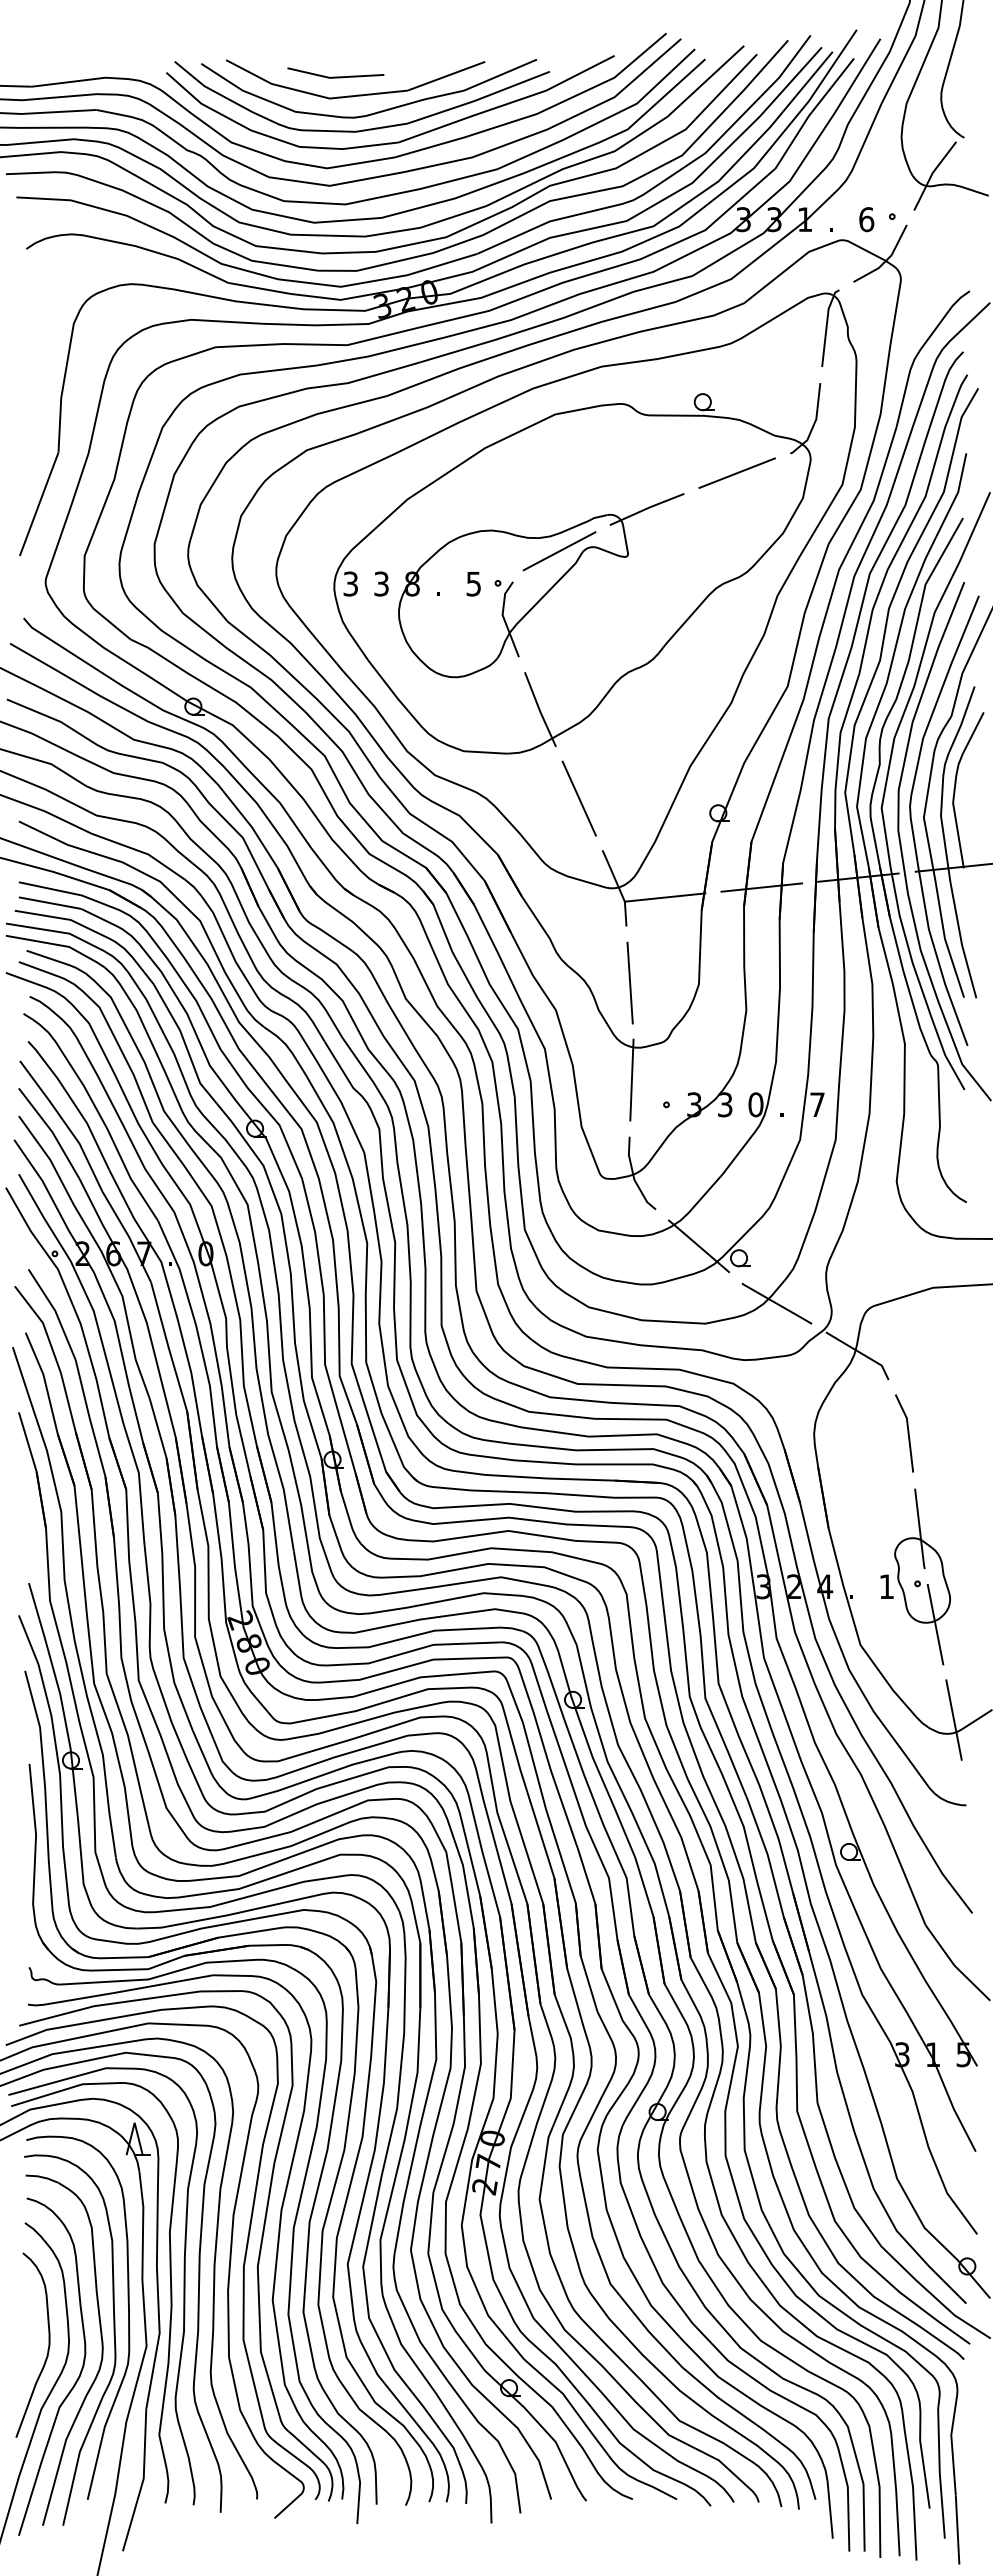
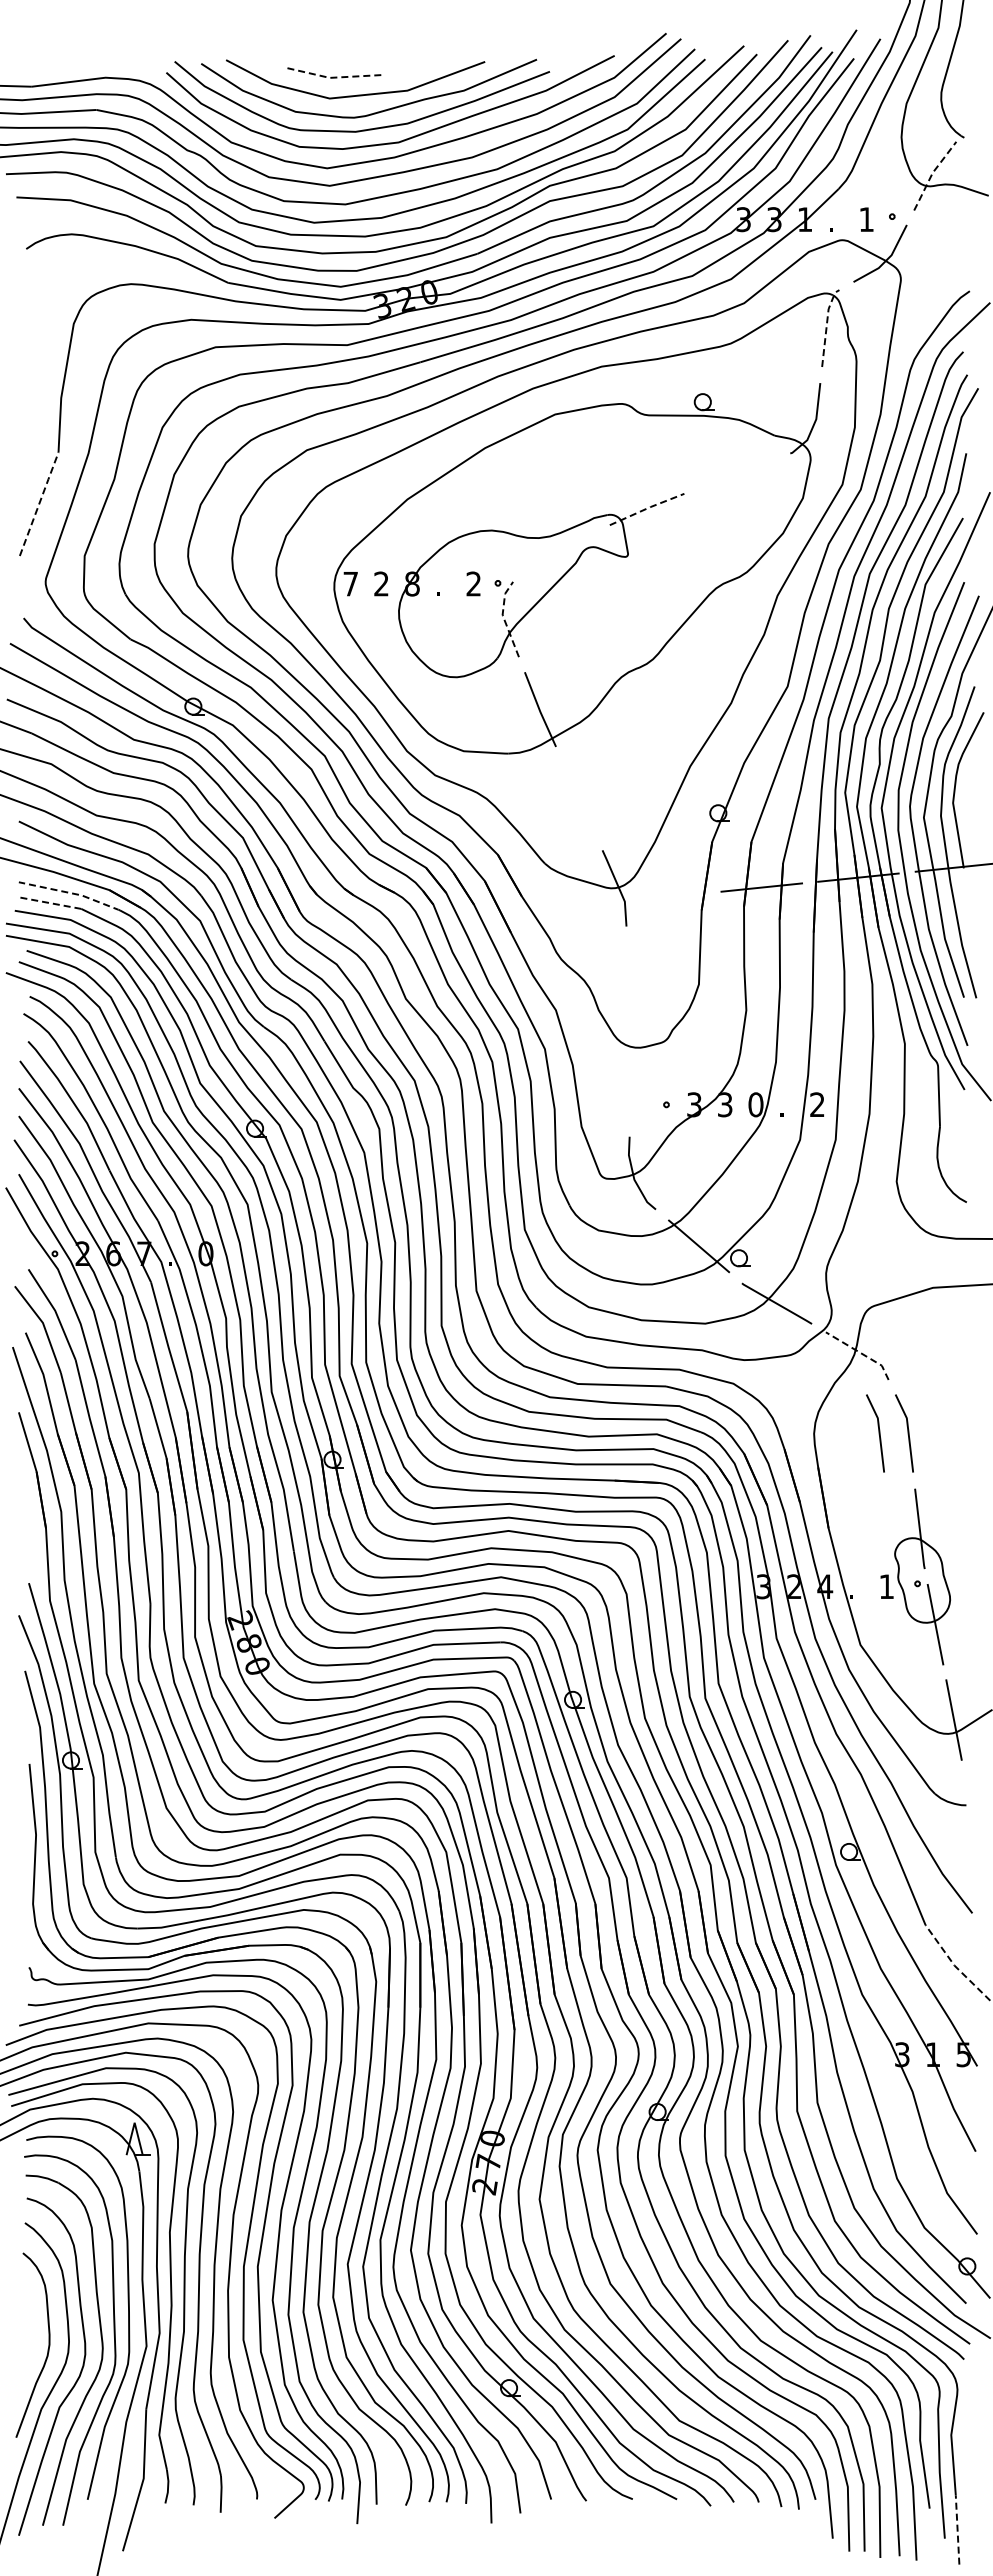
line at (334, 77): solid -> dashed
line at (932, 173): solid -> dashed
text at (866, 219): 6 -> 1
line at (826, 325): solid -> dashed
line at (736, 472): present -> none
line at (39, 503): solid -> dashed
line at (647, 508): solid -> dashed
line at (559, 551): present -> none
text at (350, 583): 3 -> 7
text at (473, 583): 5 -> 2
text at (381, 584): 3 -> 2
line at (503, 617): solid -> dashed
line at (578, 798): present -> none
line at (71, 893): solid -> dashed
line at (664, 897): present -> none
line at (50, 903): solid -> dashed
line at (629, 982): present -> none
line at (631, 1079): present -> none
text at (817, 1104): 7 -> 2
line at (860, 1353): solid -> dashed
line at (878, 1433): none -> present
line at (954, 1965): solid -> dashed
line at (957, 2530): solid -> dashed
